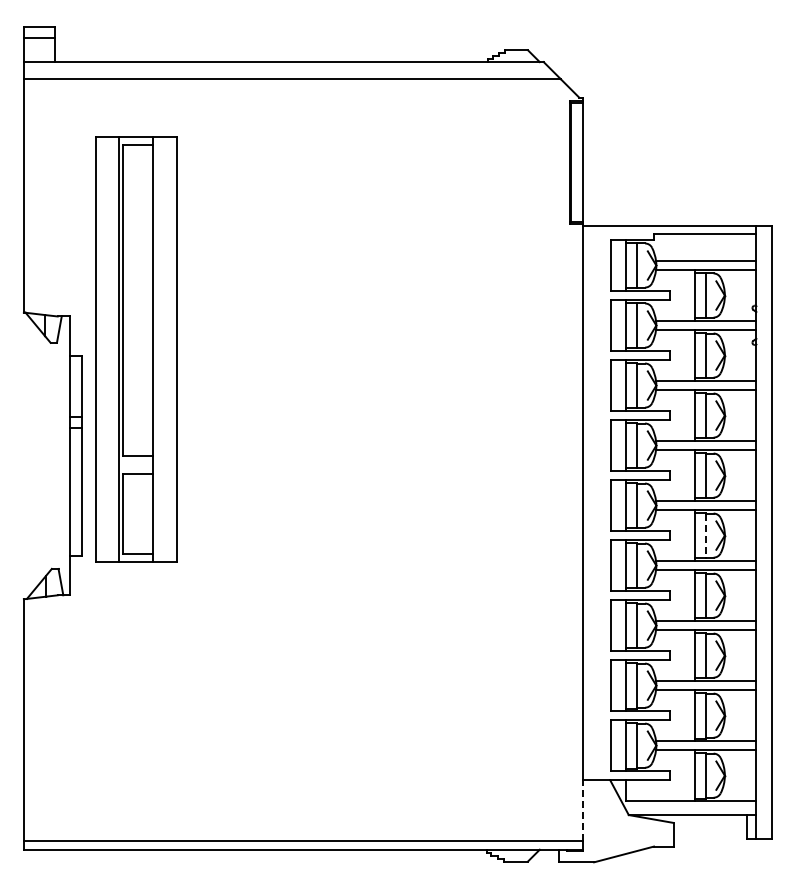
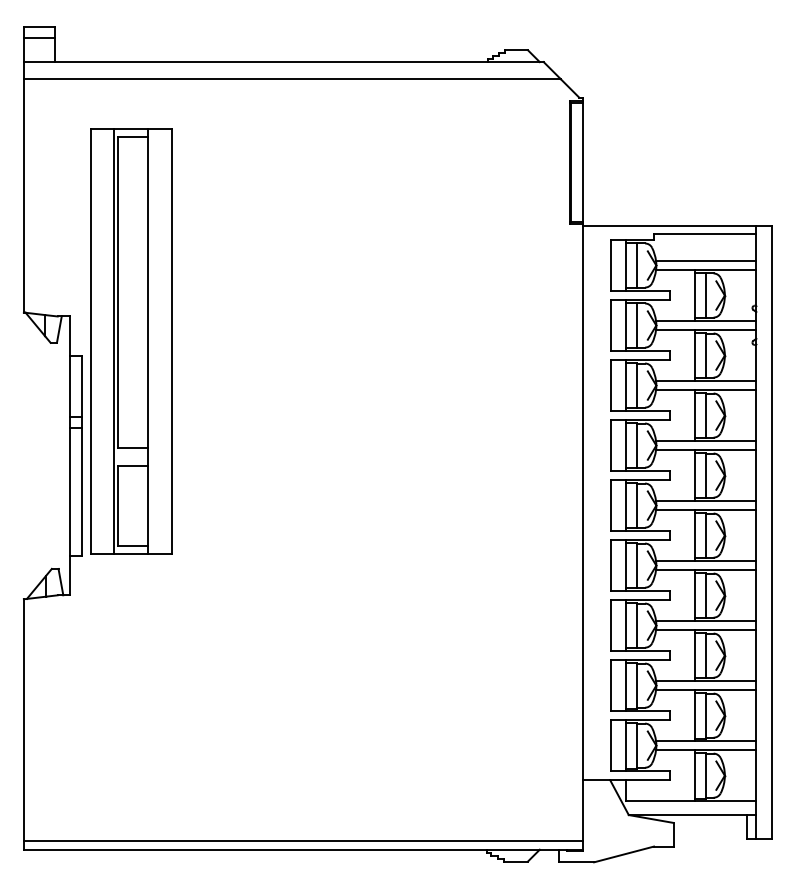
part at (136, 349) position: (136, 349) -> (131, 341)
line at (705, 536): dashed -> solid
line at (583, 810): dashed -> solid
